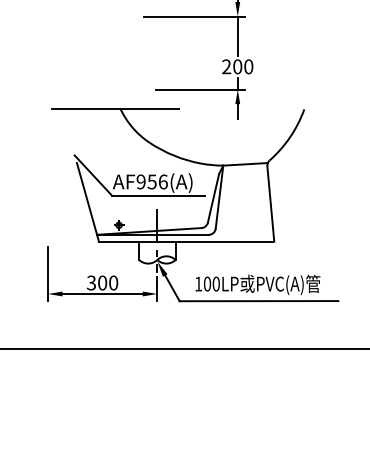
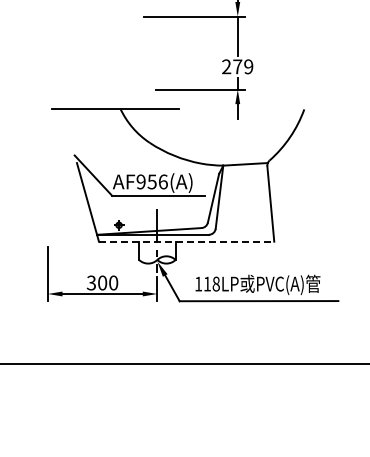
text at (243, 66): 200 -> 279
line at (186, 241): solid -> dashed
text at (211, 283): 100LP -> 118LP
line at (184, 348) position: (184, 348) -> (184, 363)
